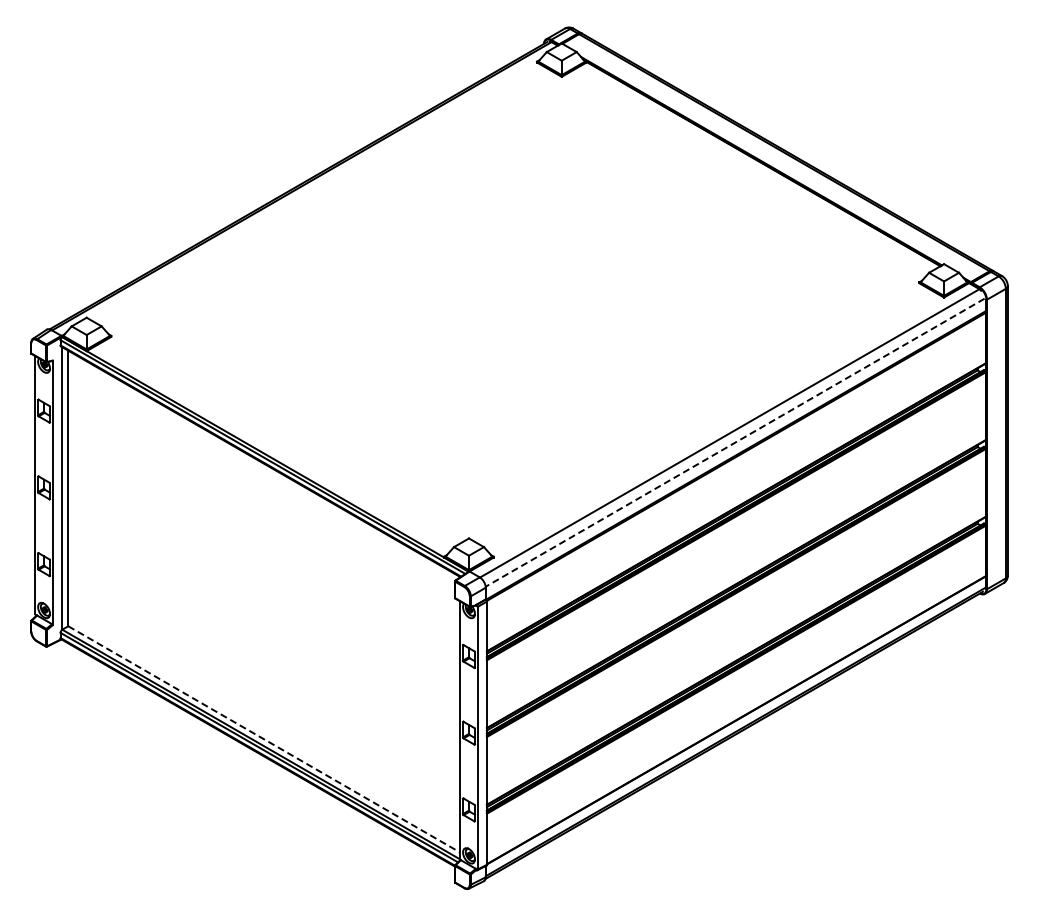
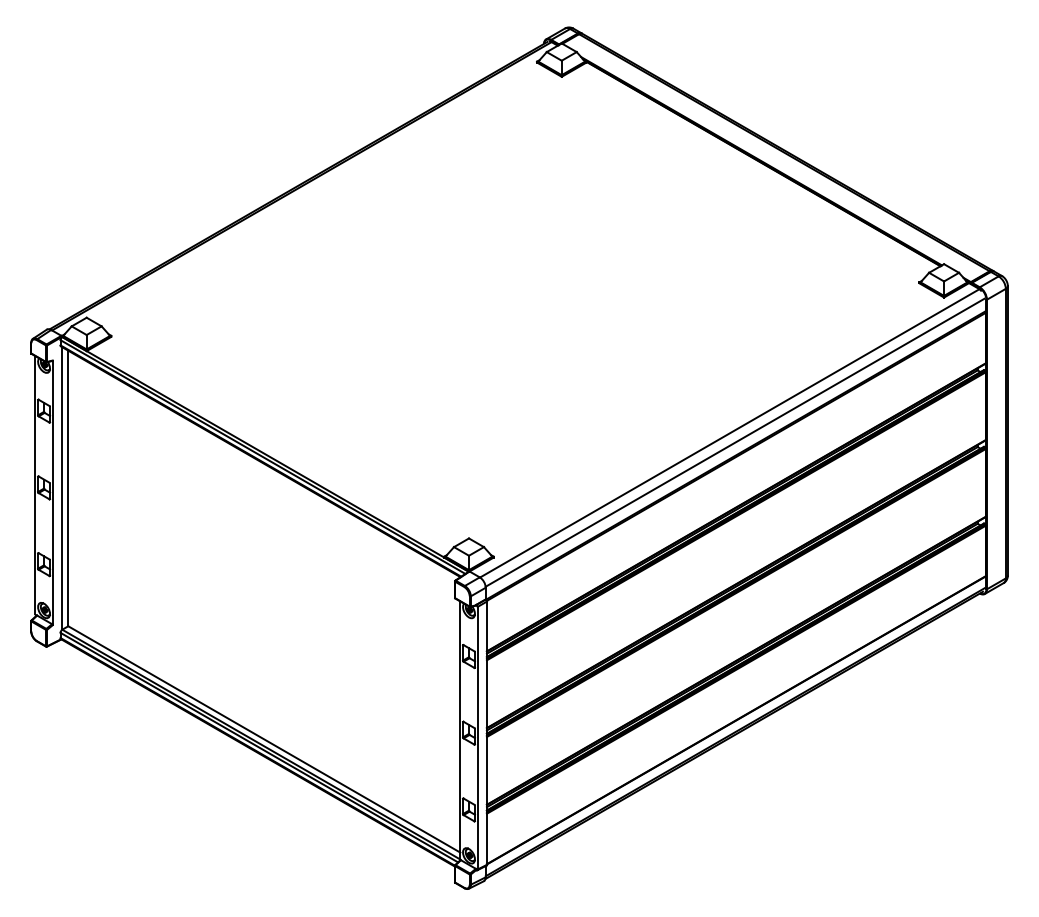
line at (734, 442): dashed -> solid
line at (264, 739): dashed -> solid
